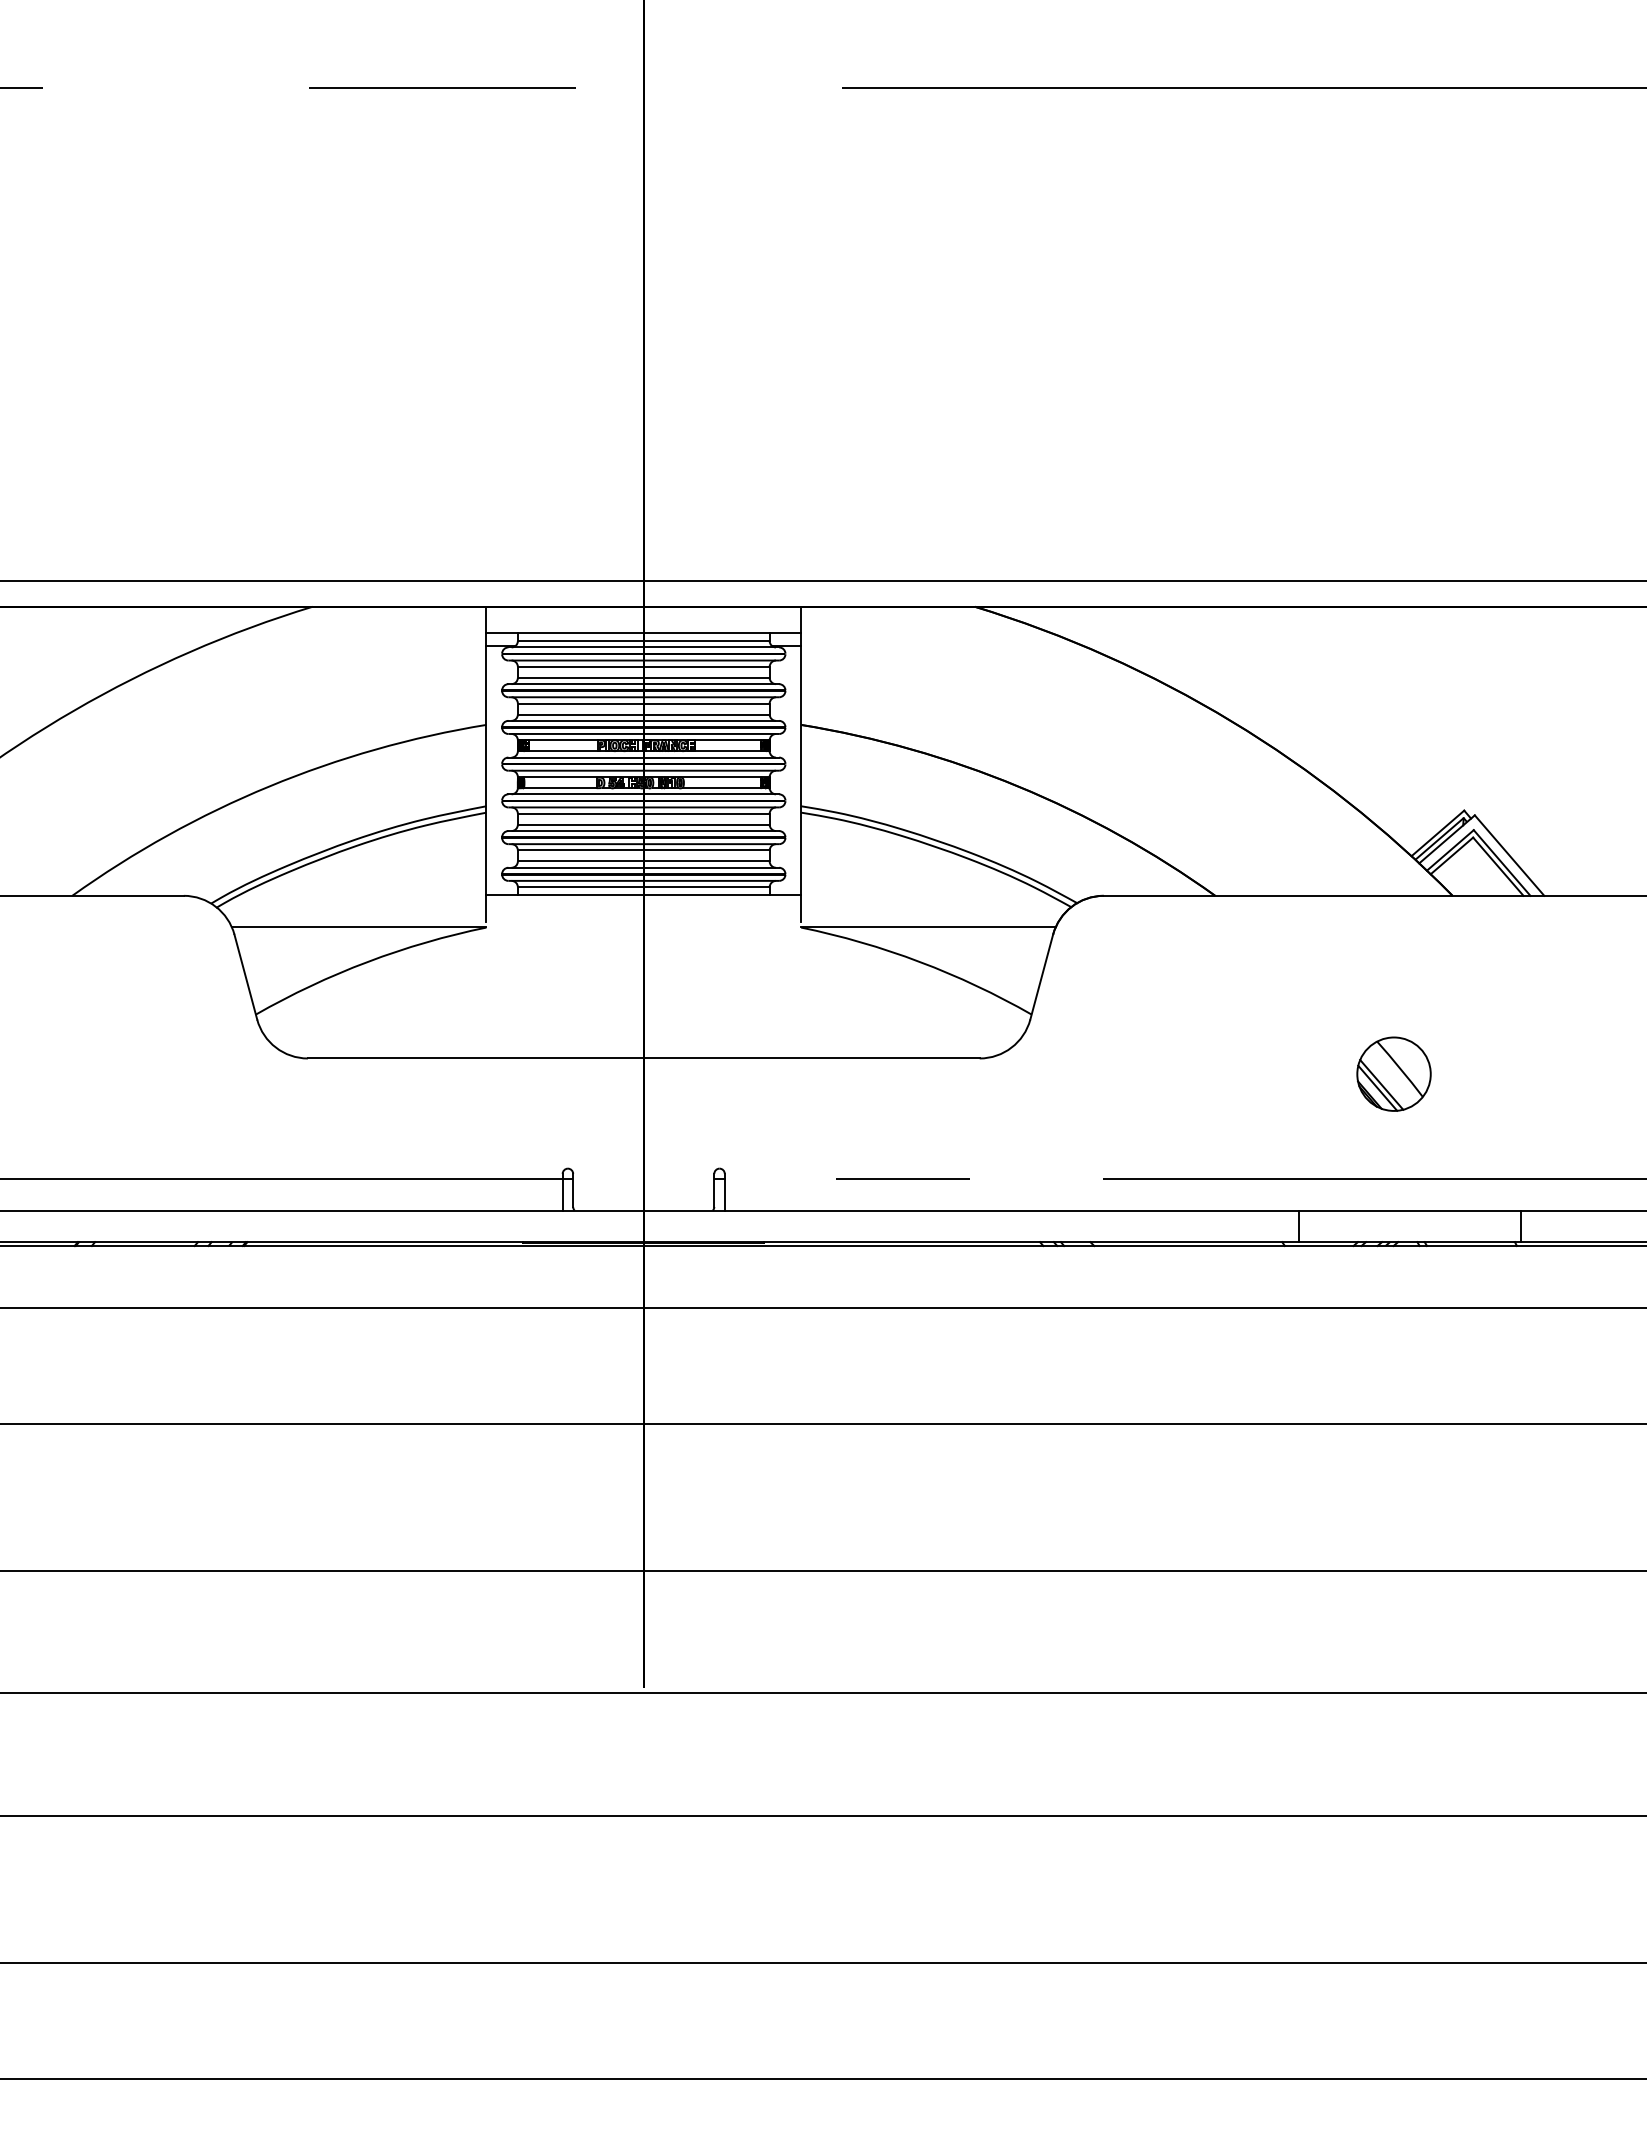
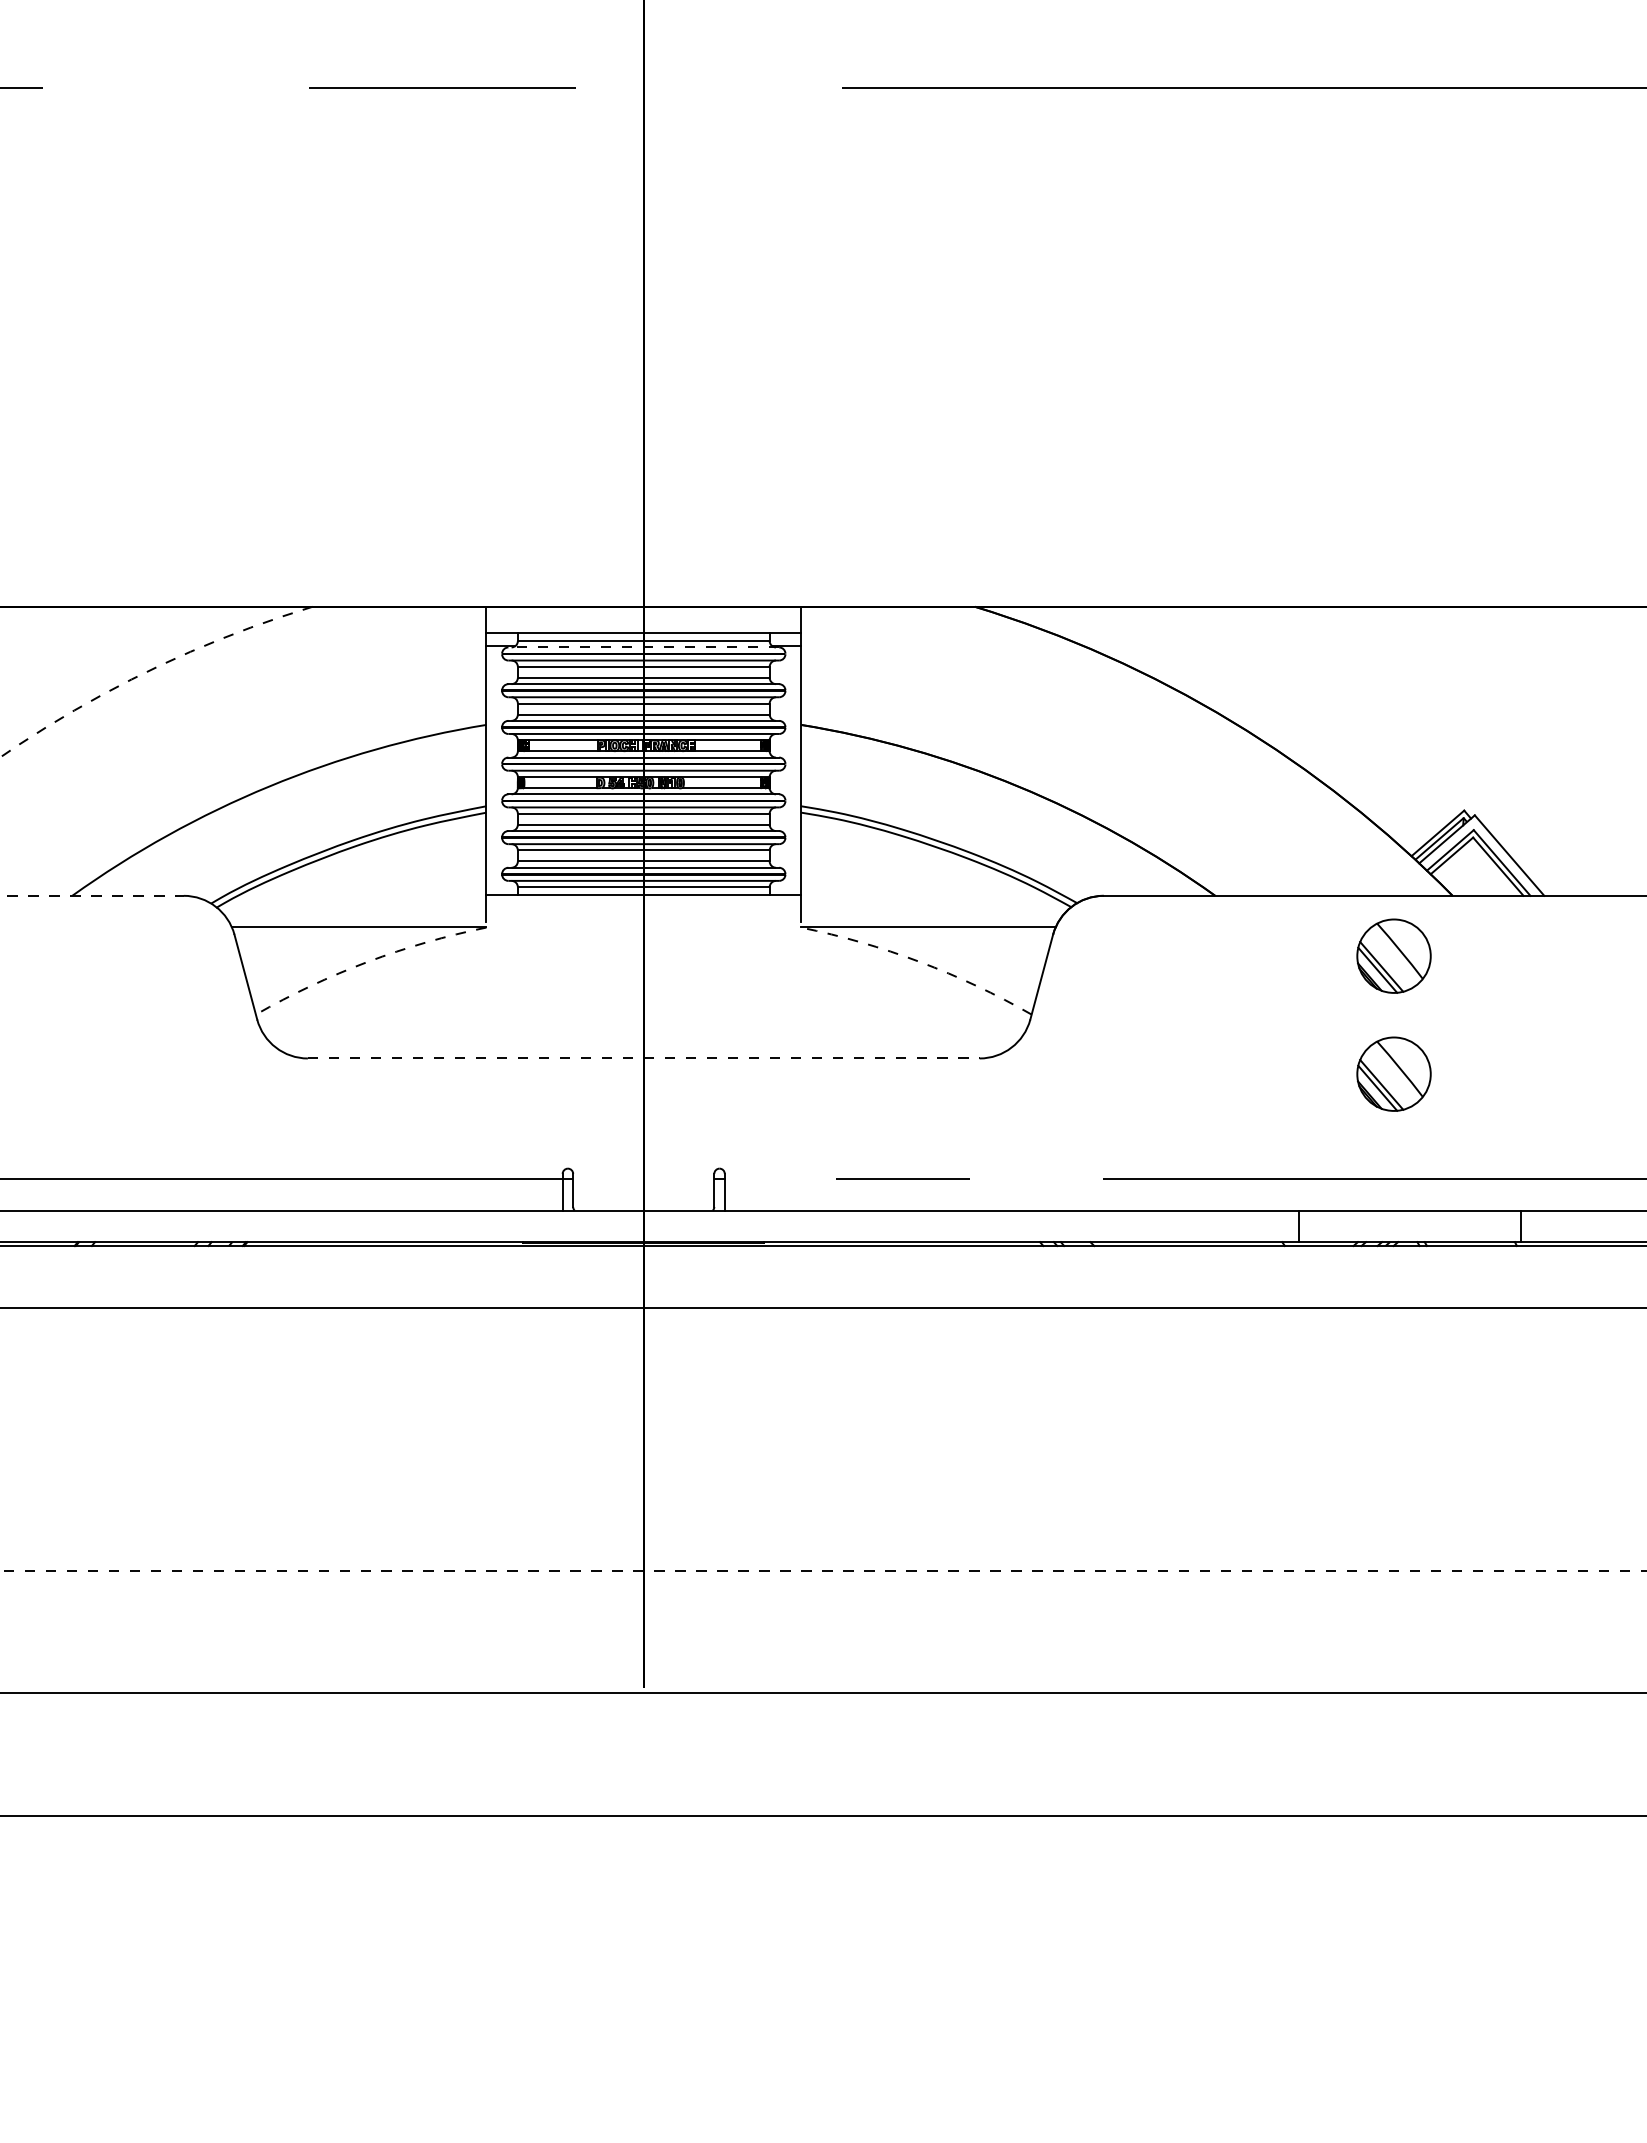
line at (822, 580): present -> none
line at (643, 647): solid -> dashed
arc at (150, 670): solid -> dashed
line at (92, 895): solid -> dashed
part at (1393, 955): none -> present
arc at (367, 961): solid -> dashed
arc at (919, 961): solid -> dashed
line at (643, 1058): solid -> dashed
line at (822, 1424): present -> none
line at (823, 1571): solid -> dashed
line at (822, 1962): present -> none
line at (822, 2078): present -> none
